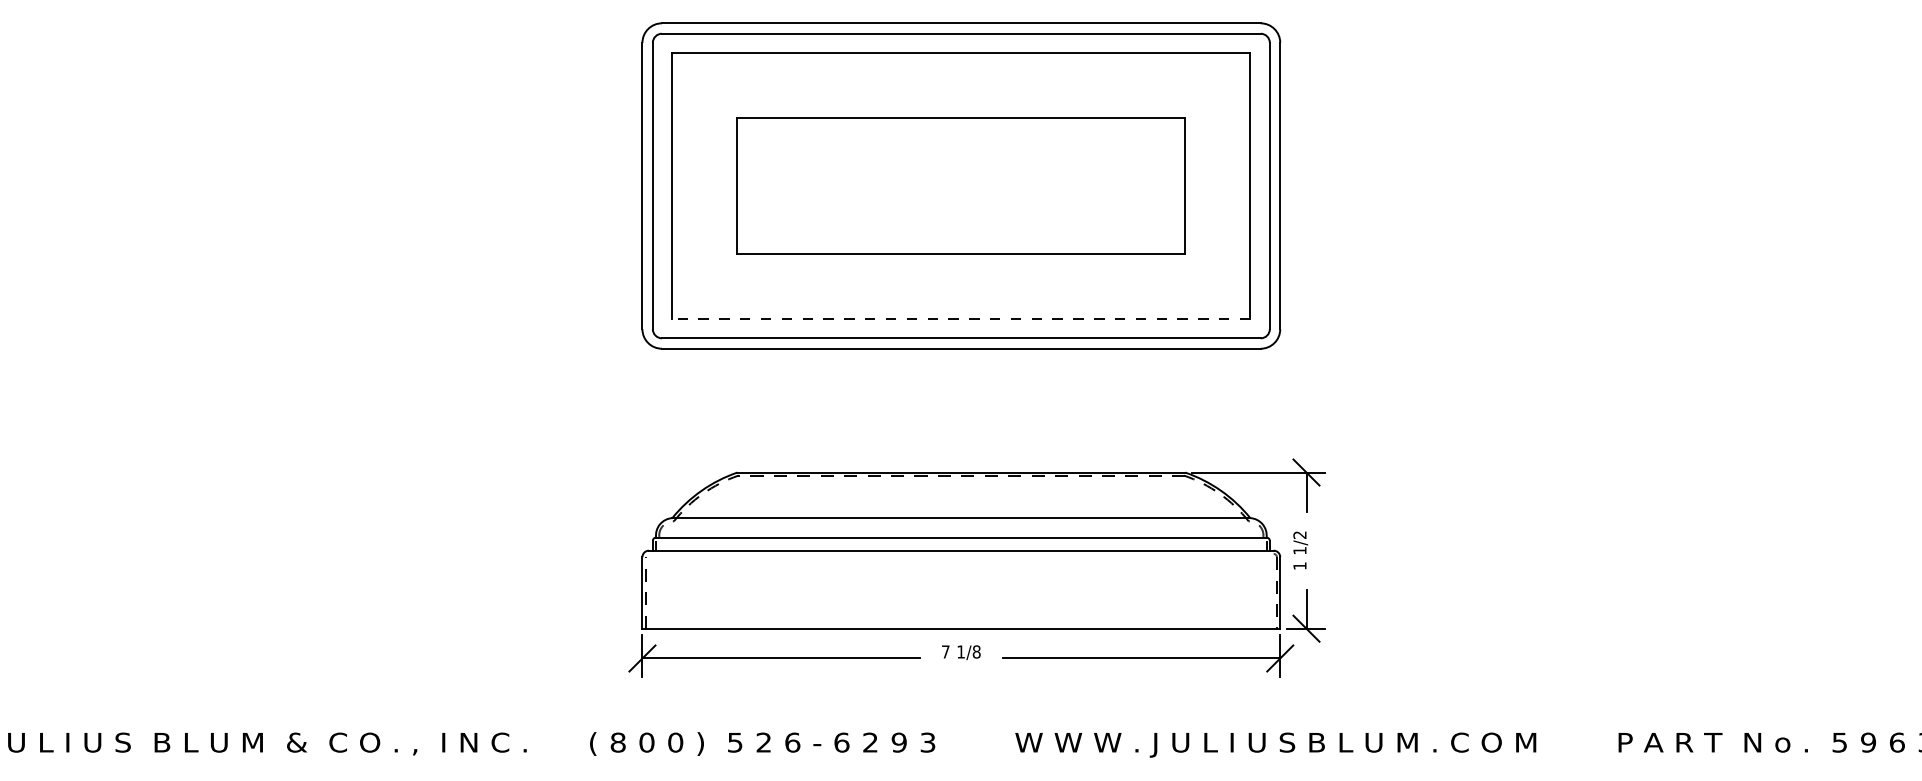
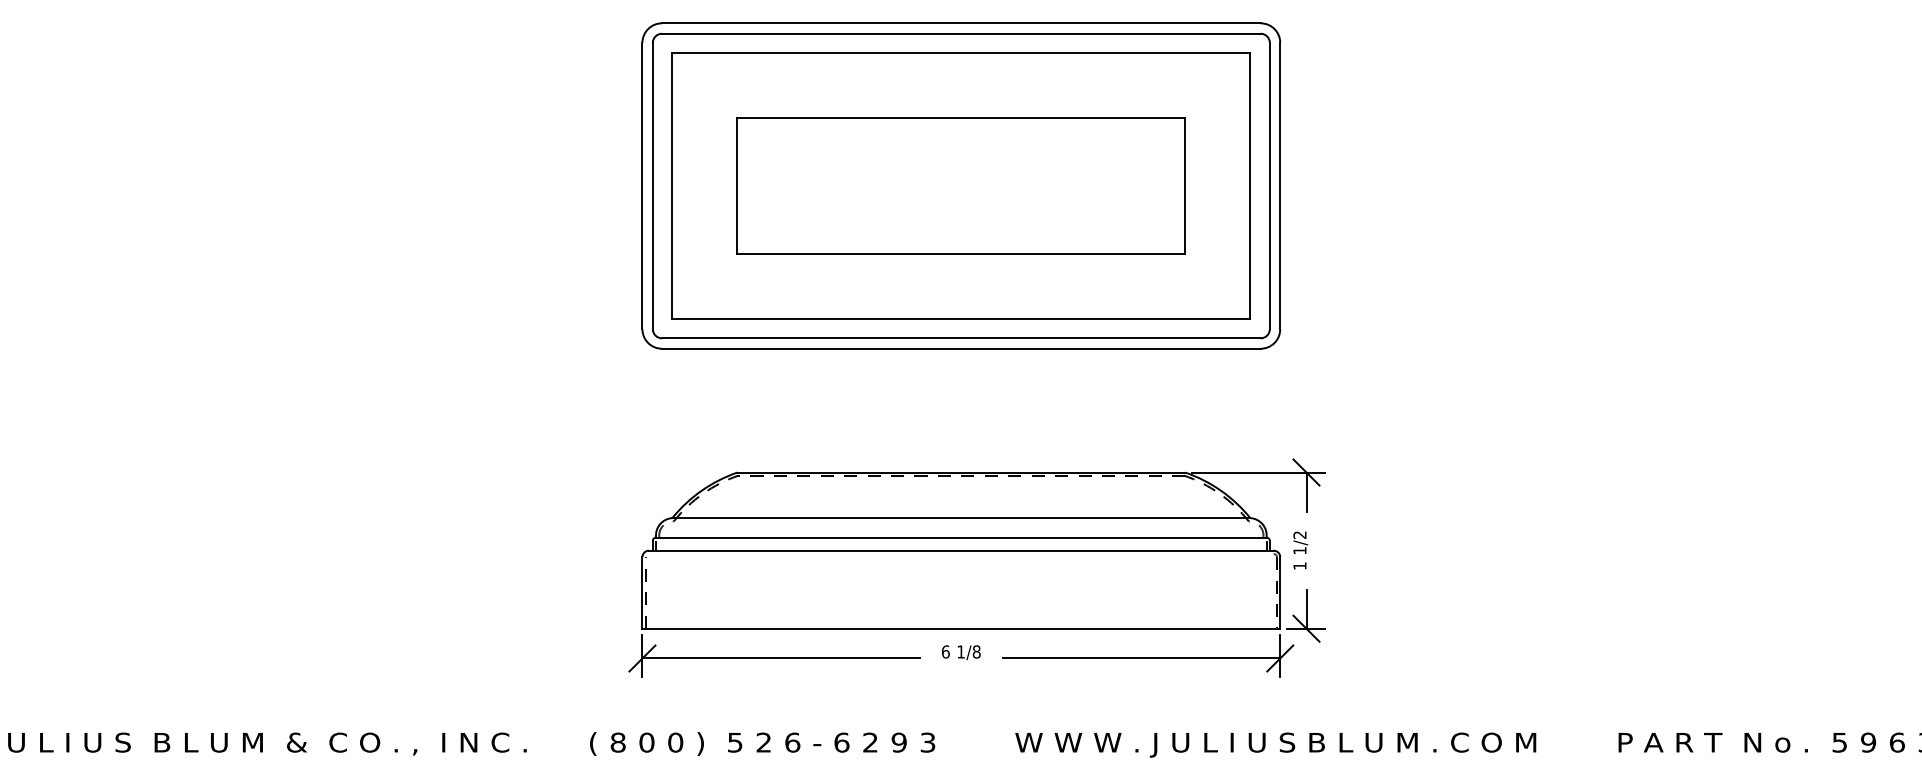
line at (961, 318): dashed -> solid
text at (945, 651): 7 -> 6
